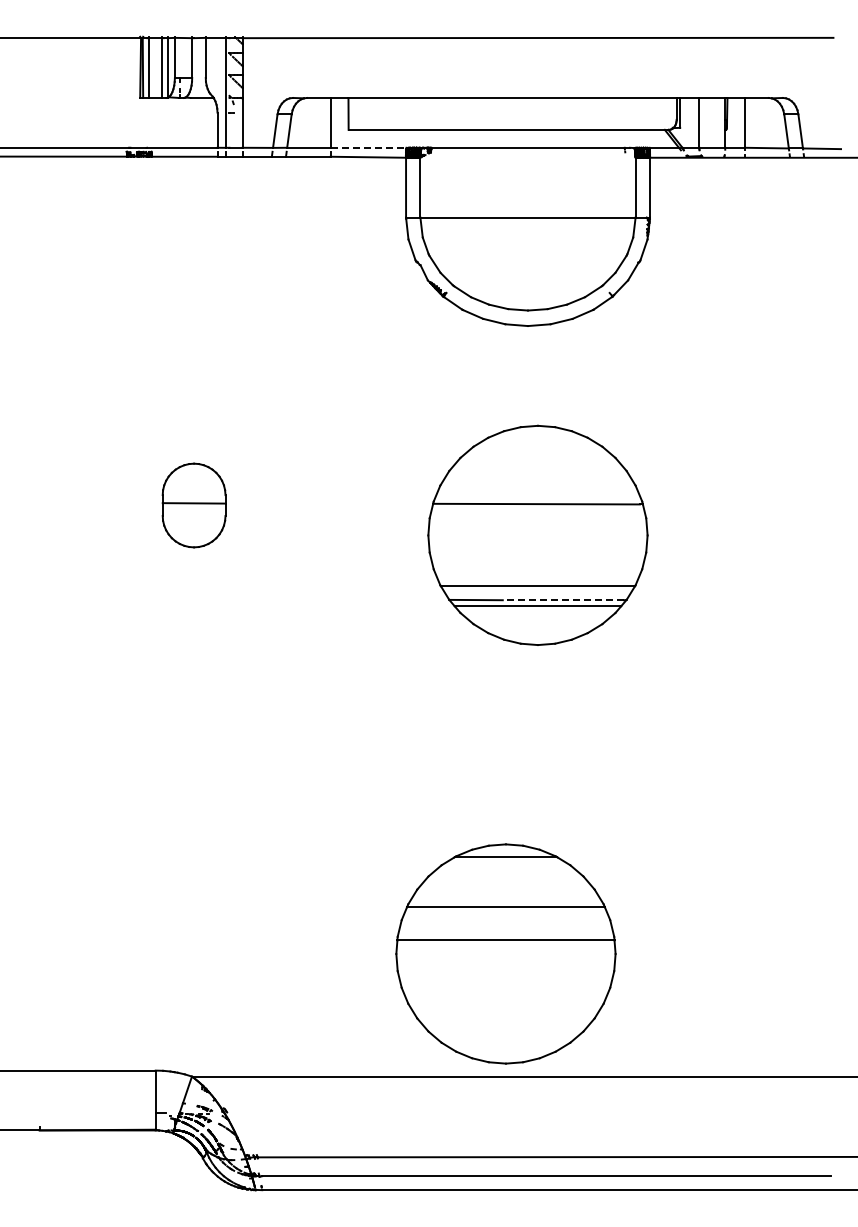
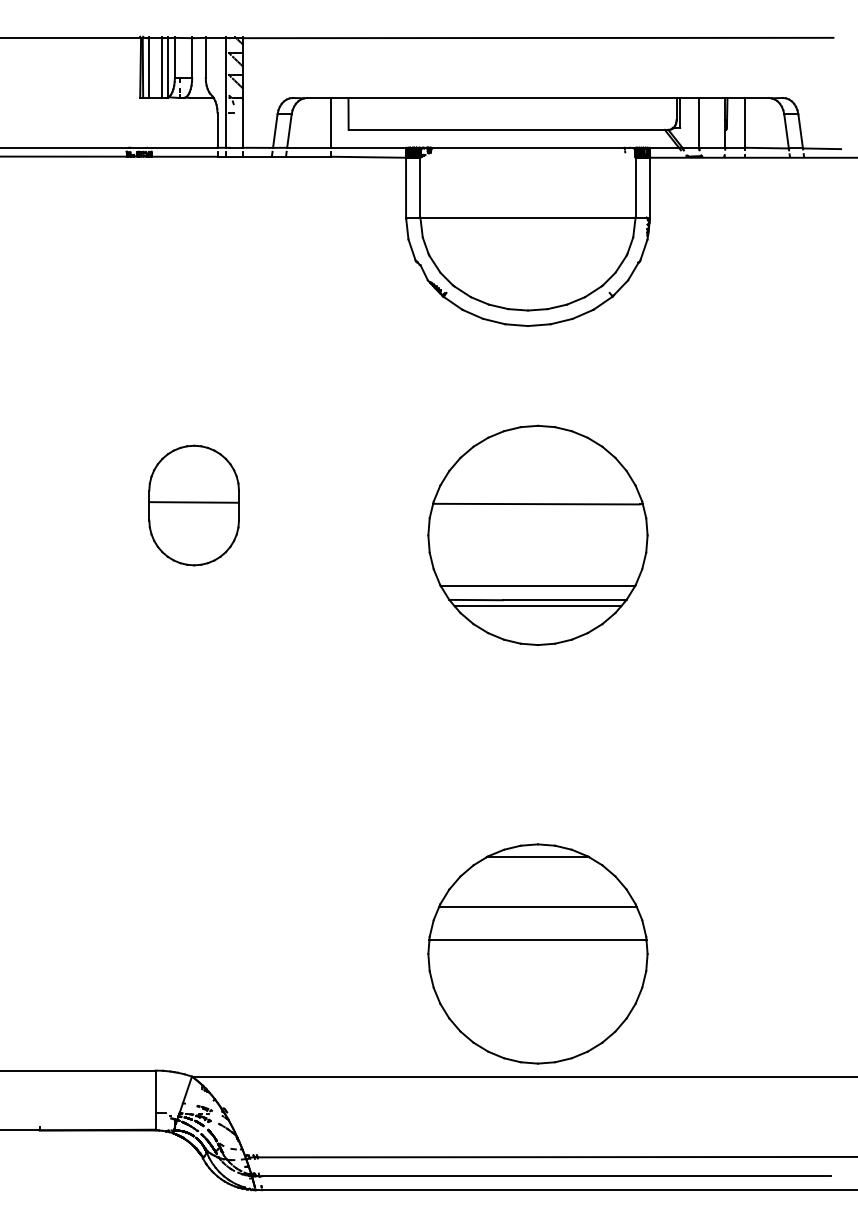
line at (368, 147): dashed -> solid
part at (193, 505) size: 66x87 px -> 92x123 px
line at (563, 600): dashed -> solid
part at (505, 953) position: (505, 953) -> (537, 953)
